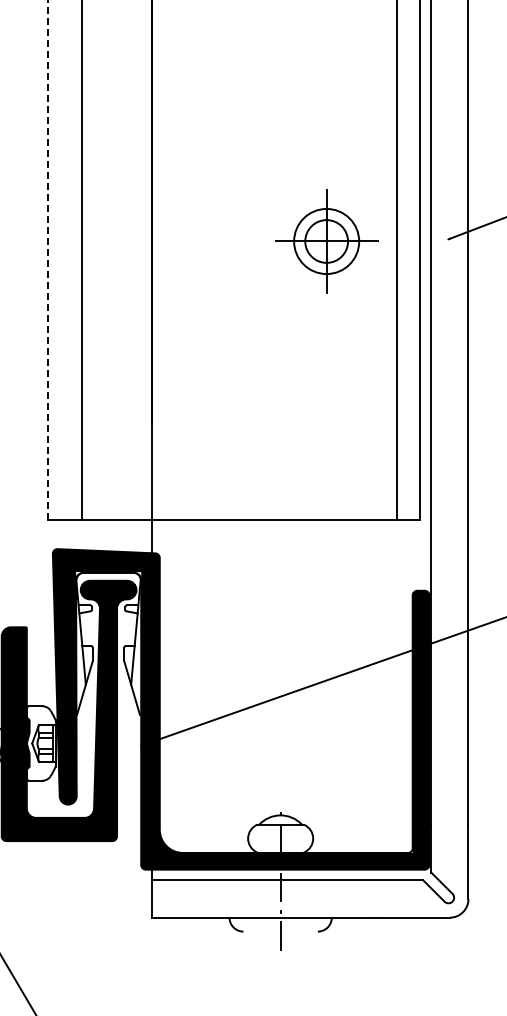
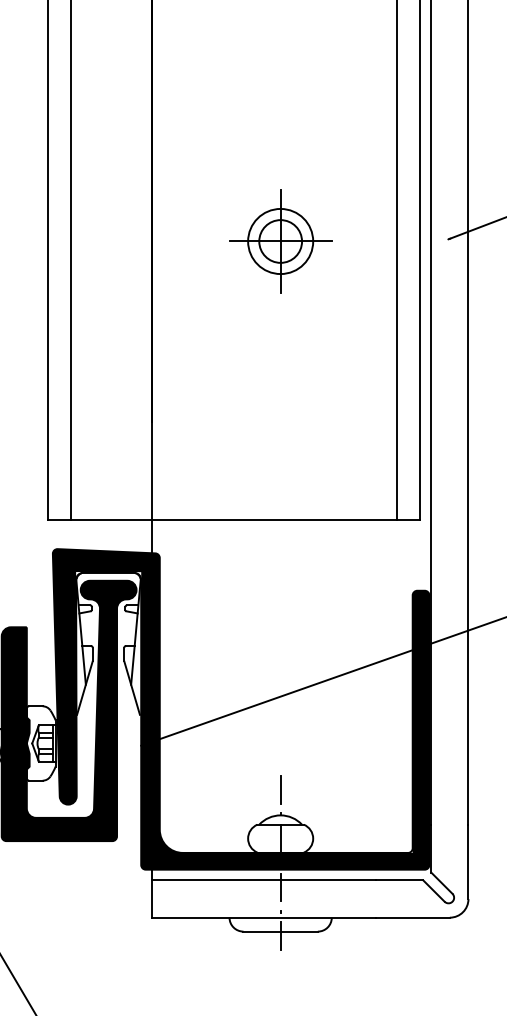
part at (326, 241) position: (326, 241) -> (280, 241)
line at (48, 260): dashed -> solid
line at (82, 261) position: (82, 261) -> (71, 261)
line at (280, 789): none -> present
line at (280, 931): none -> present
